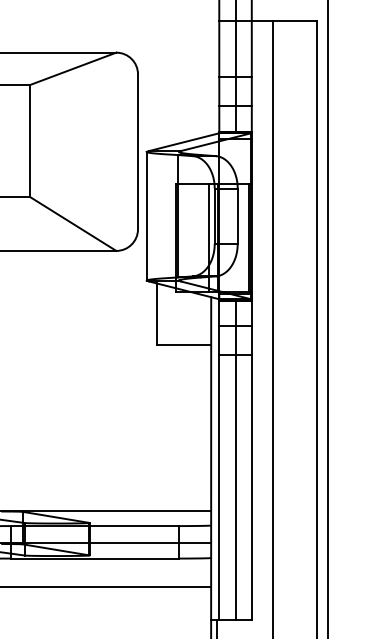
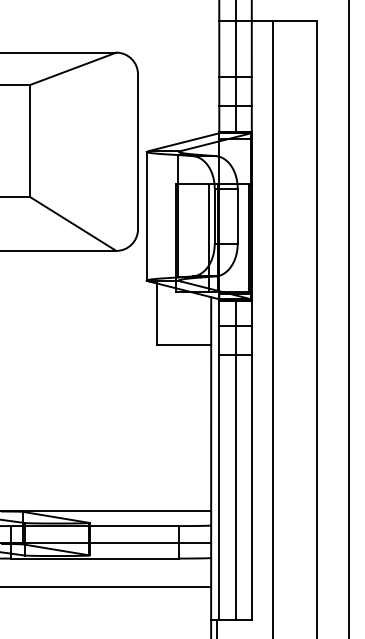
line at (327, 318) position: (327, 318) -> (348, 318)
